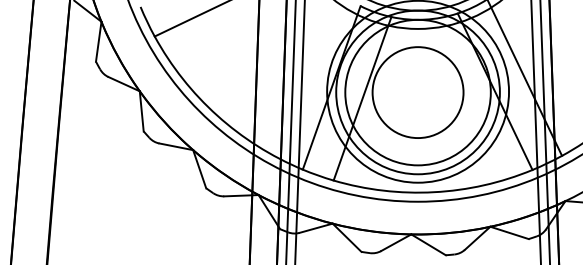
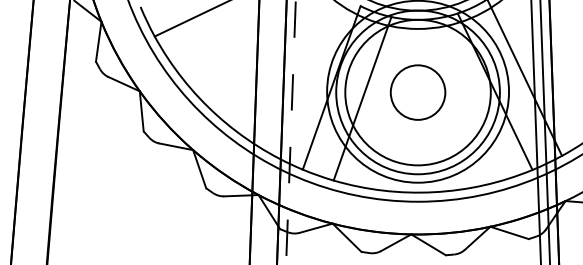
circle at (417, 92) diameter: 91 px -> 55 px
line at (299, 131): present -> none
line at (290, 133): solid -> dashed
